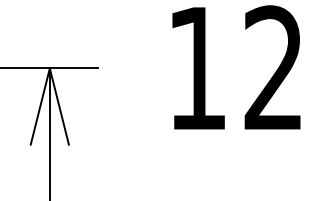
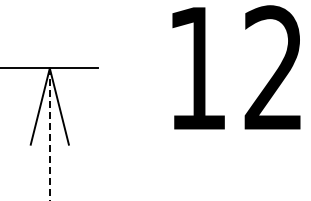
line at (49, 134): solid -> dashed
